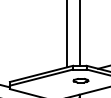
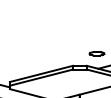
line at (79, 33): present -> none
line at (66, 34): present -> none
part at (80, 80) position: (80, 80) -> (96, 53)
